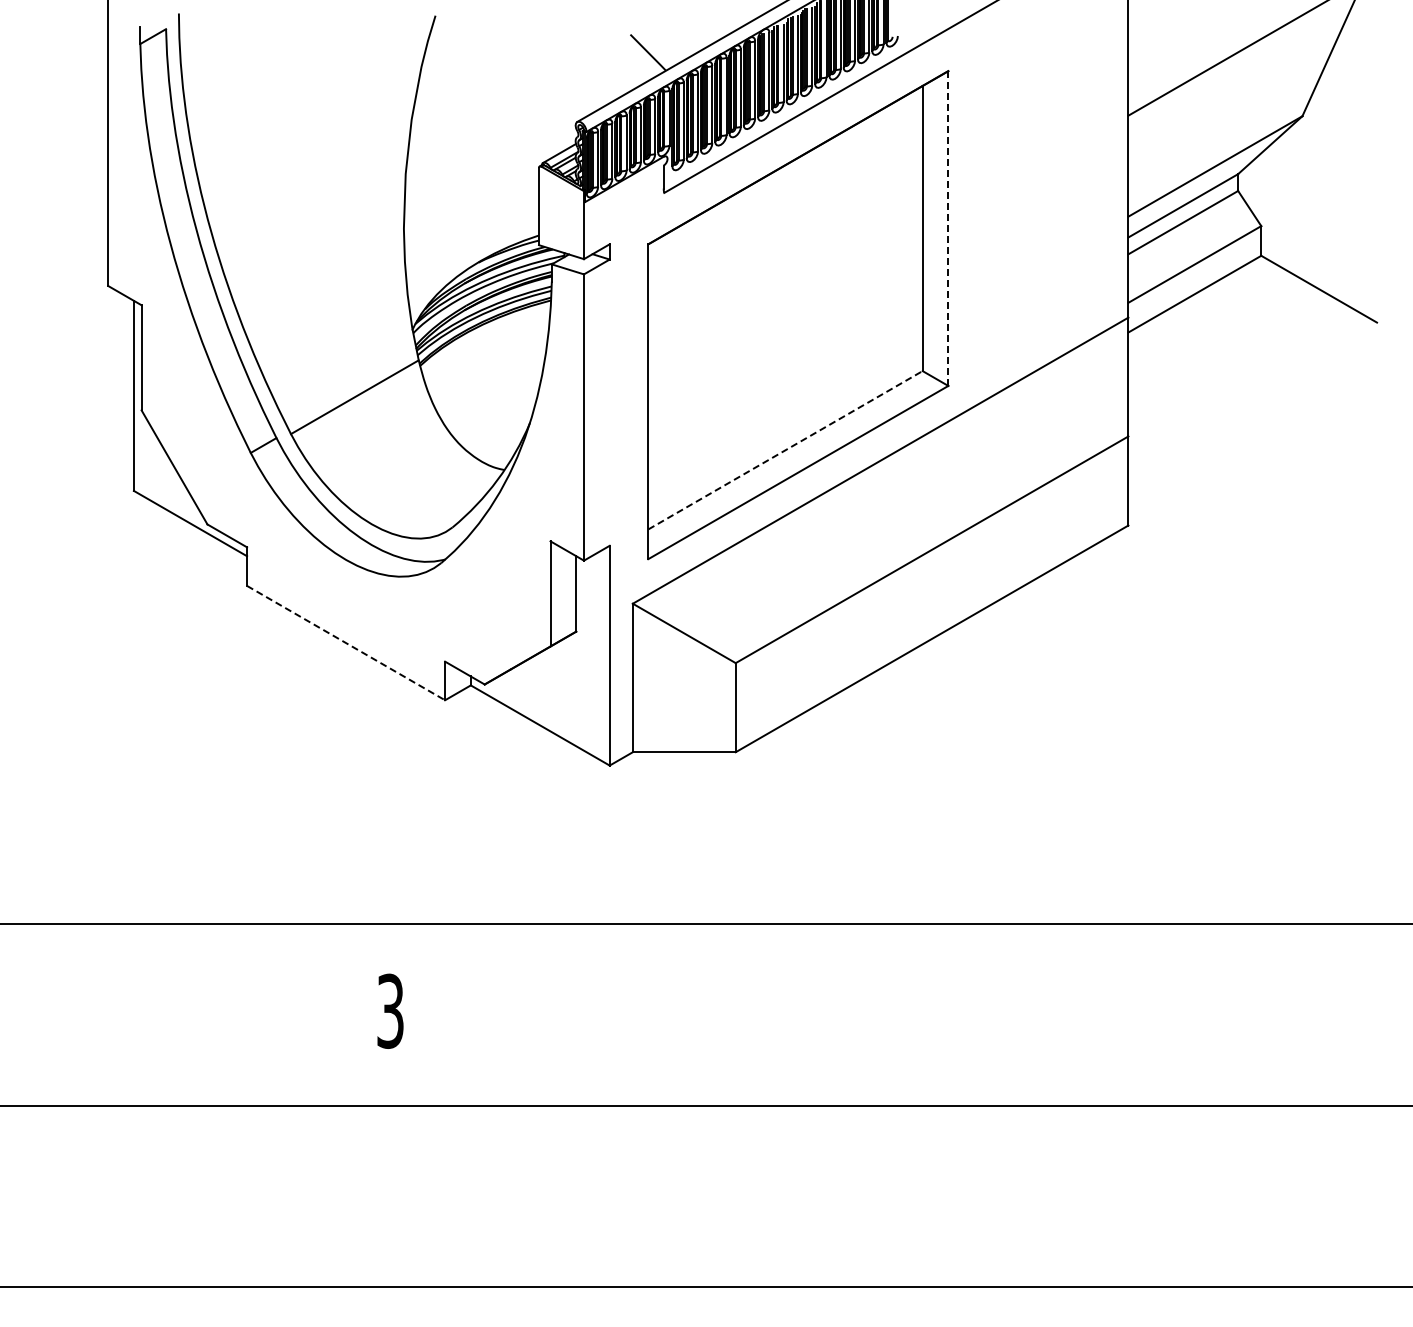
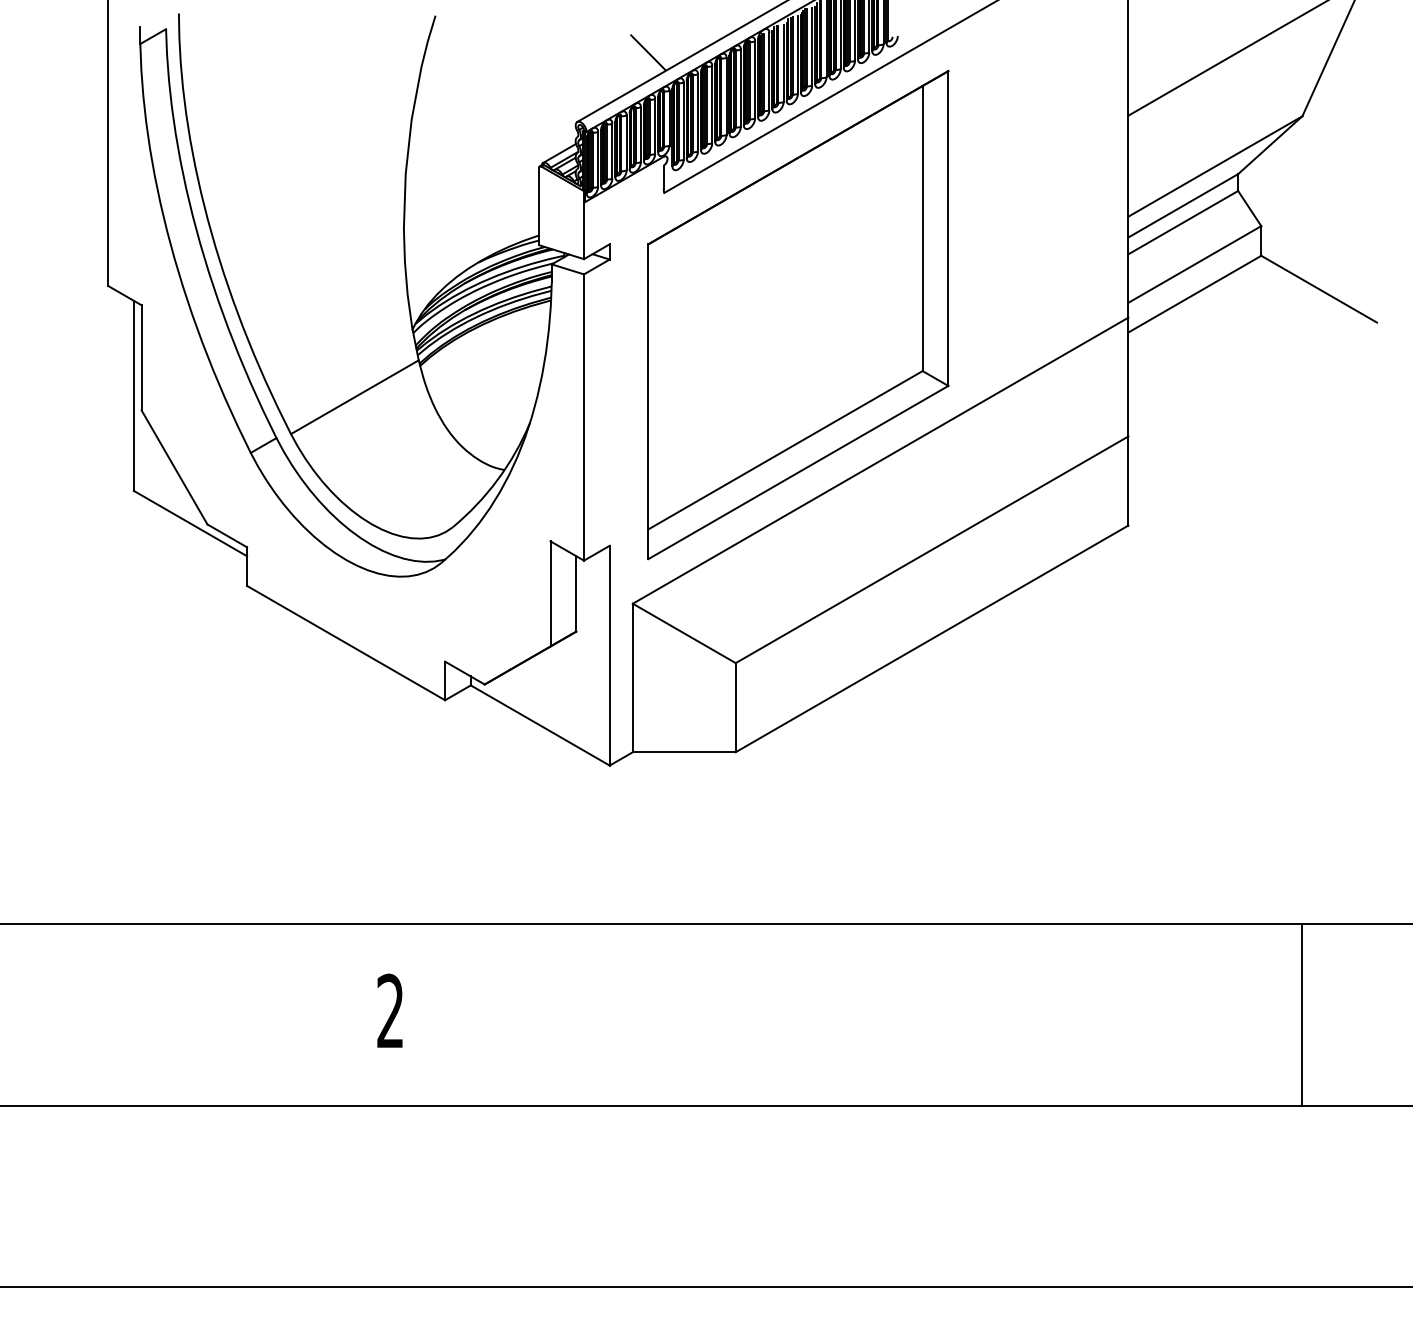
line at (948, 228): dashed -> solid
line at (785, 450): dashed -> solid
line at (346, 643): dashed -> solid
text at (390, 1010): 3 -> 2
line at (1302, 1014): none -> present
